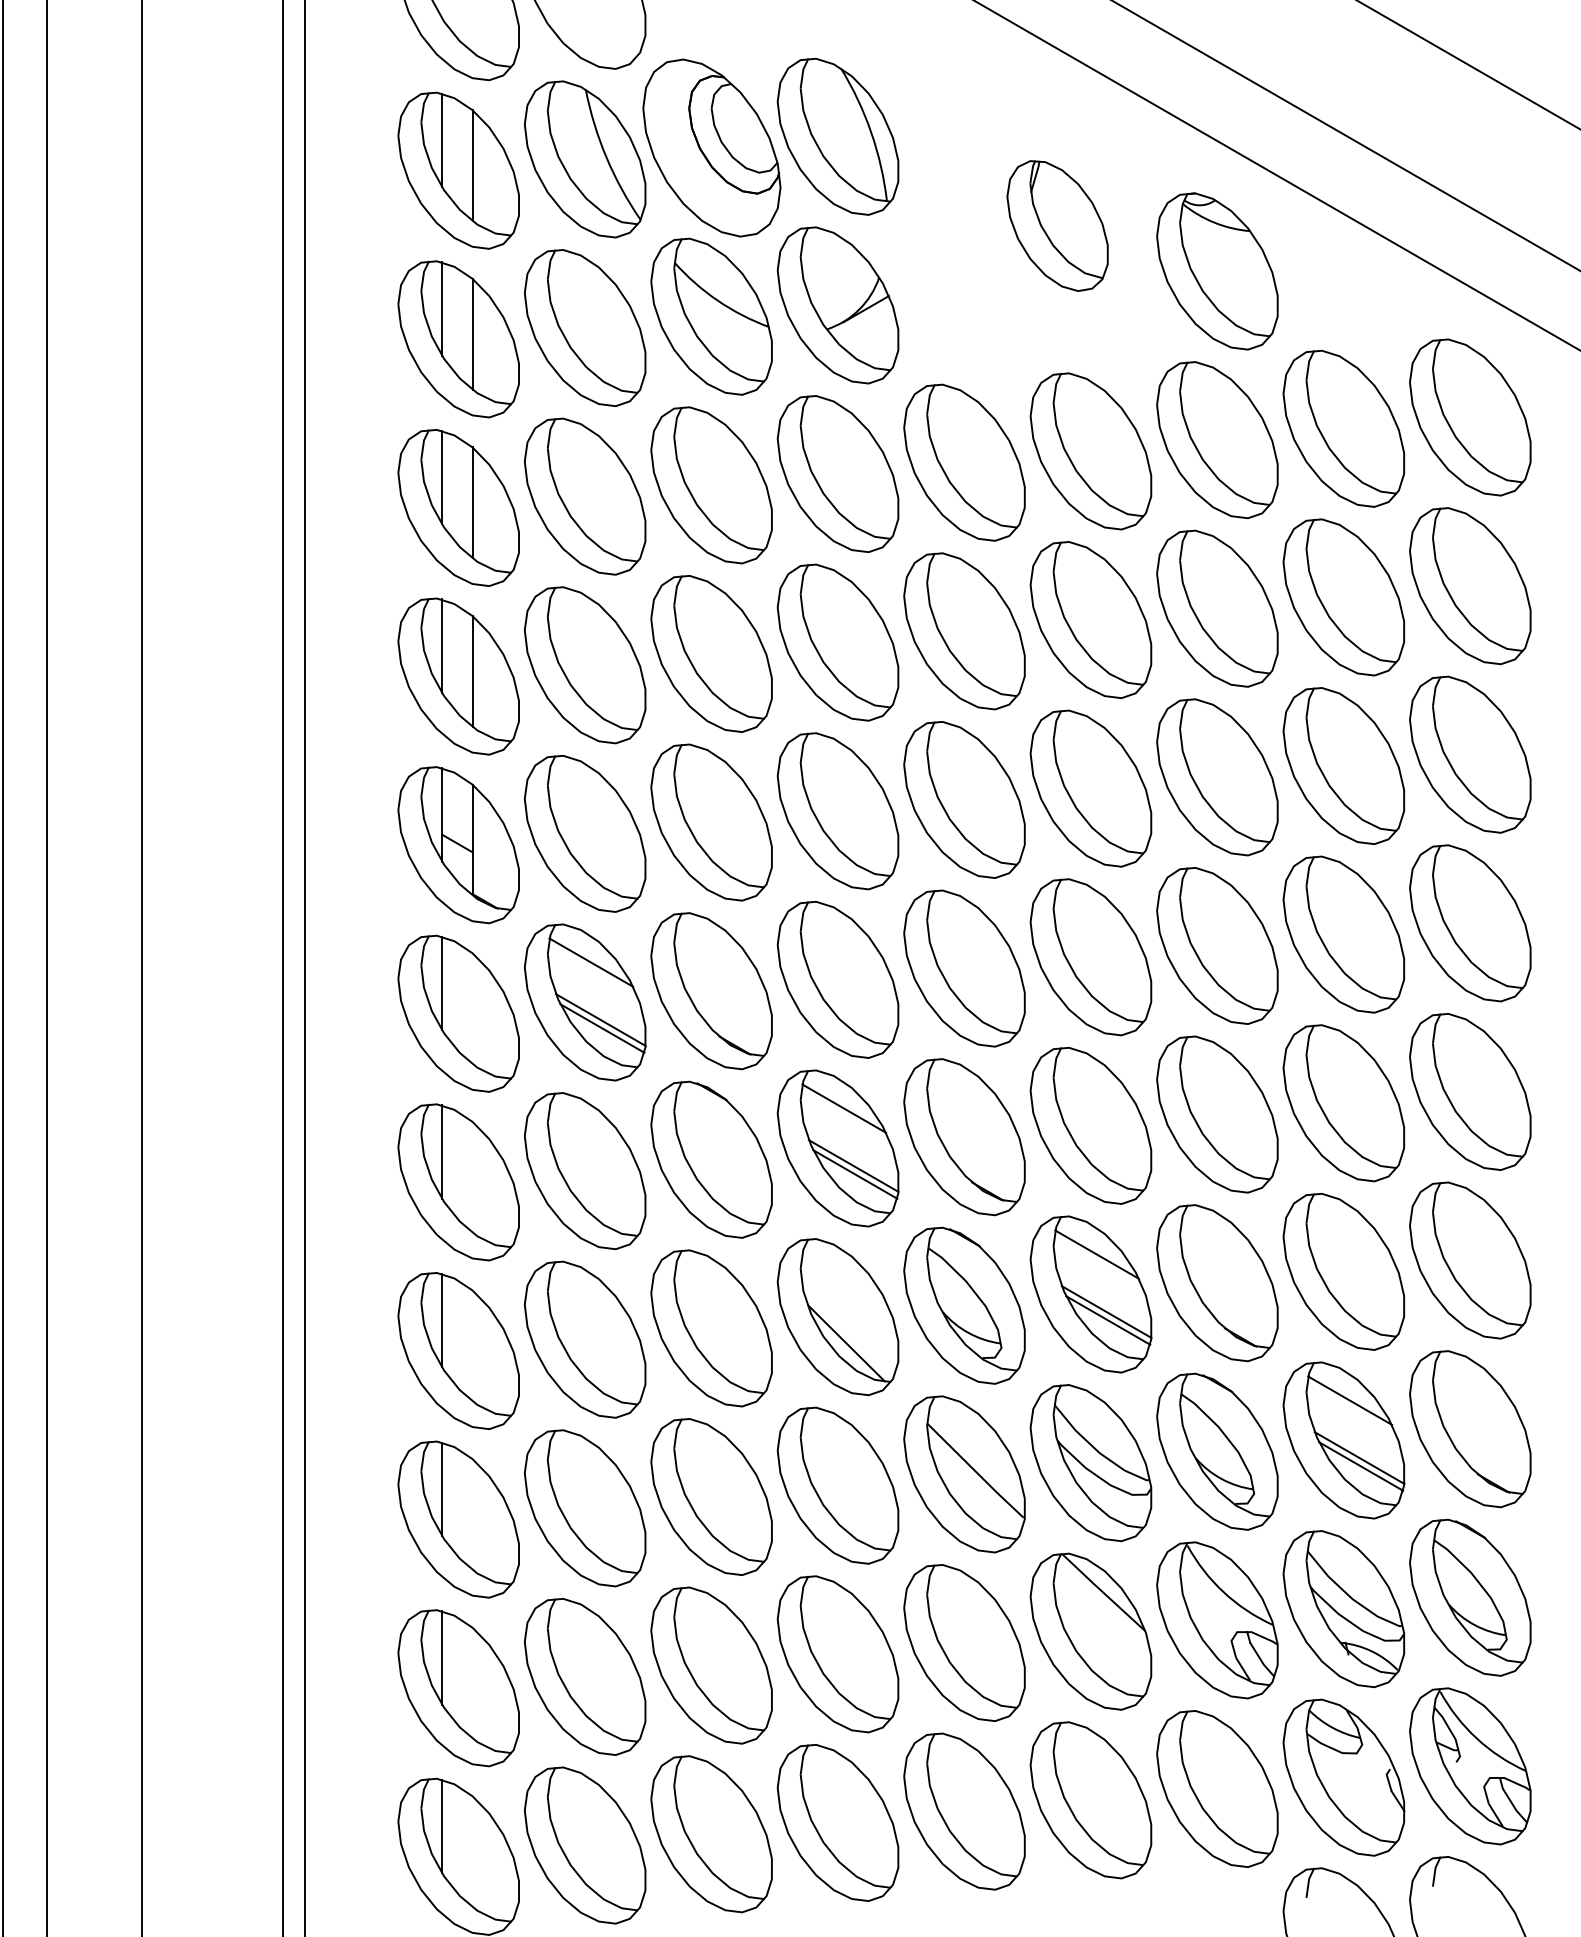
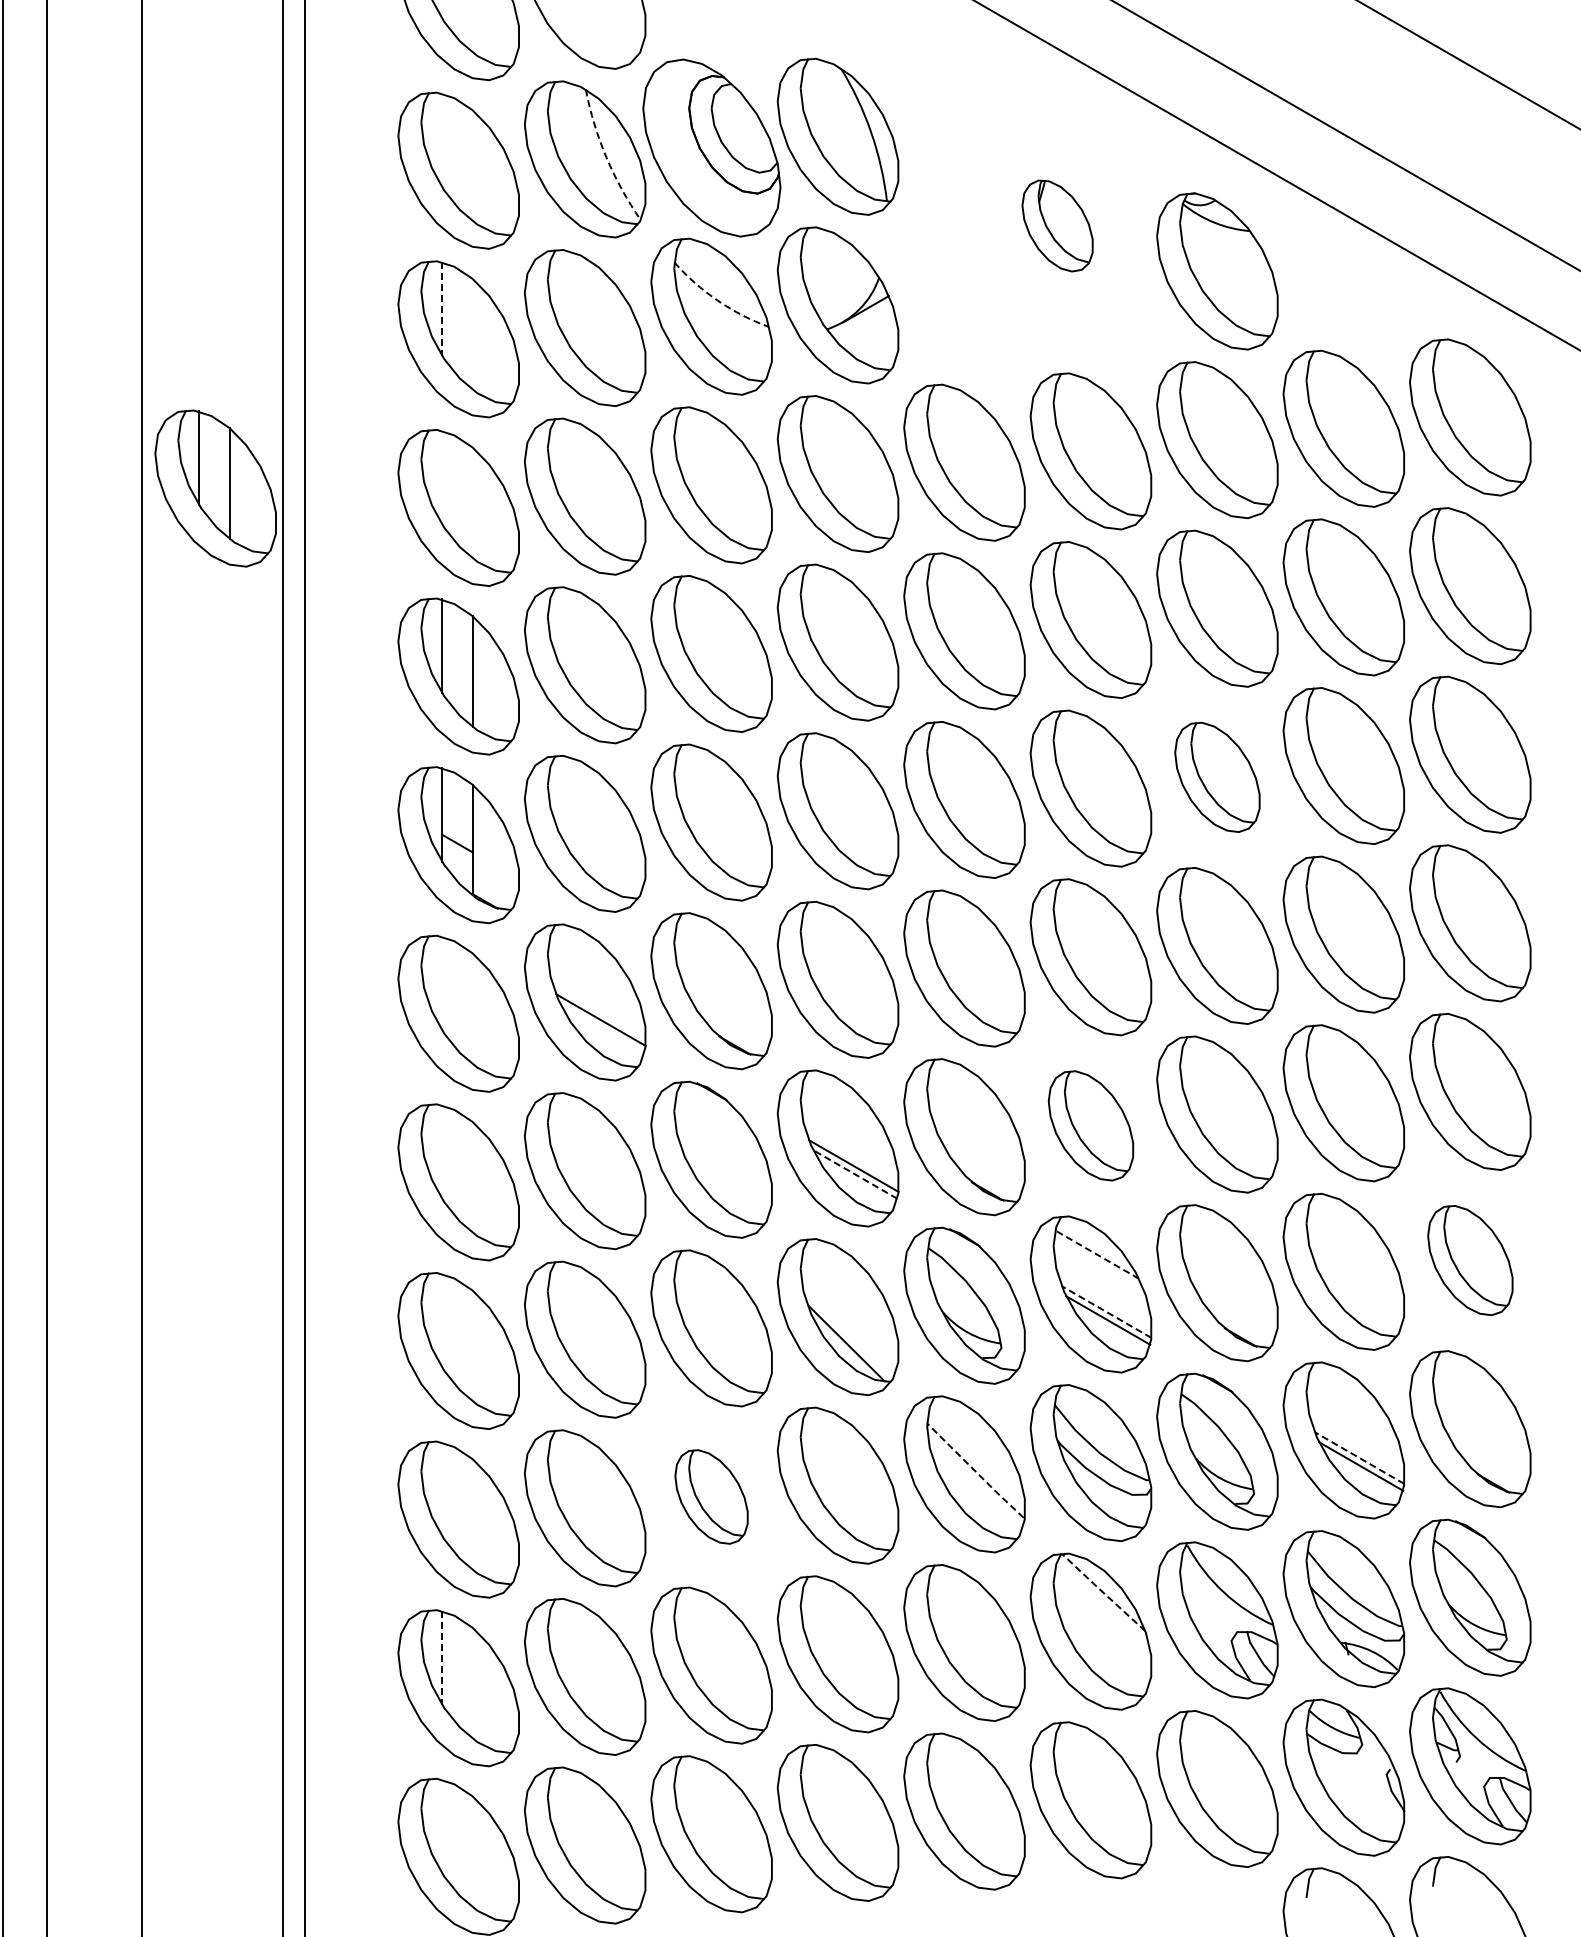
line at (442, 140): present -> none
arc at (606, 157): solid -> dashed
line at (472, 165): present -> none
part at (1057, 225) size: 103x132 px -> 73x94 px
arc at (717, 300): solid -> dashed
line at (442, 309): solid -> dashed
line at (472, 333): present -> none
line at (442, 477): present -> none
part at (215, 488): none -> present
line at (472, 502): present -> none
part at (1217, 777) size: 123x159 px -> 87x112 px
line at (591, 962): present -> none
line at (442, 983): present -> none
line at (602, 1028): present -> none
line at (844, 1108): present -> none
part at (1090, 1125) size: 124x158 px -> 88x112 px
line at (442, 1151): present -> none
line at (855, 1174): solid -> dashed
line at (1096, 1254): solid -> dashed
part at (1470, 1260) size: 123x159 px -> 87x112 px
line at (1106, 1312): solid -> dashed
line at (442, 1320): present -> none
line at (1349, 1400): present -> none
line at (1359, 1458): solid -> dashed
line at (975, 1471): solid -> dashed
line at (442, 1489): present -> none
part at (711, 1496) size: 123x158 px -> 75x96 px
line at (1102, 1592): solid -> dashed
line at (442, 1657): solid -> dashed
line at (442, 1826): present -> none
